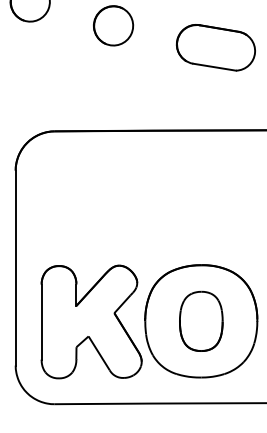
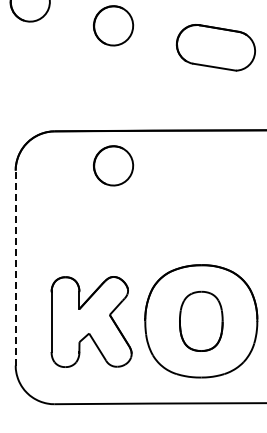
part at (113, 165): none -> present
line at (15, 267): solid -> dashed
part at (91, 321) size: 103x116 px -> 83x92 px
